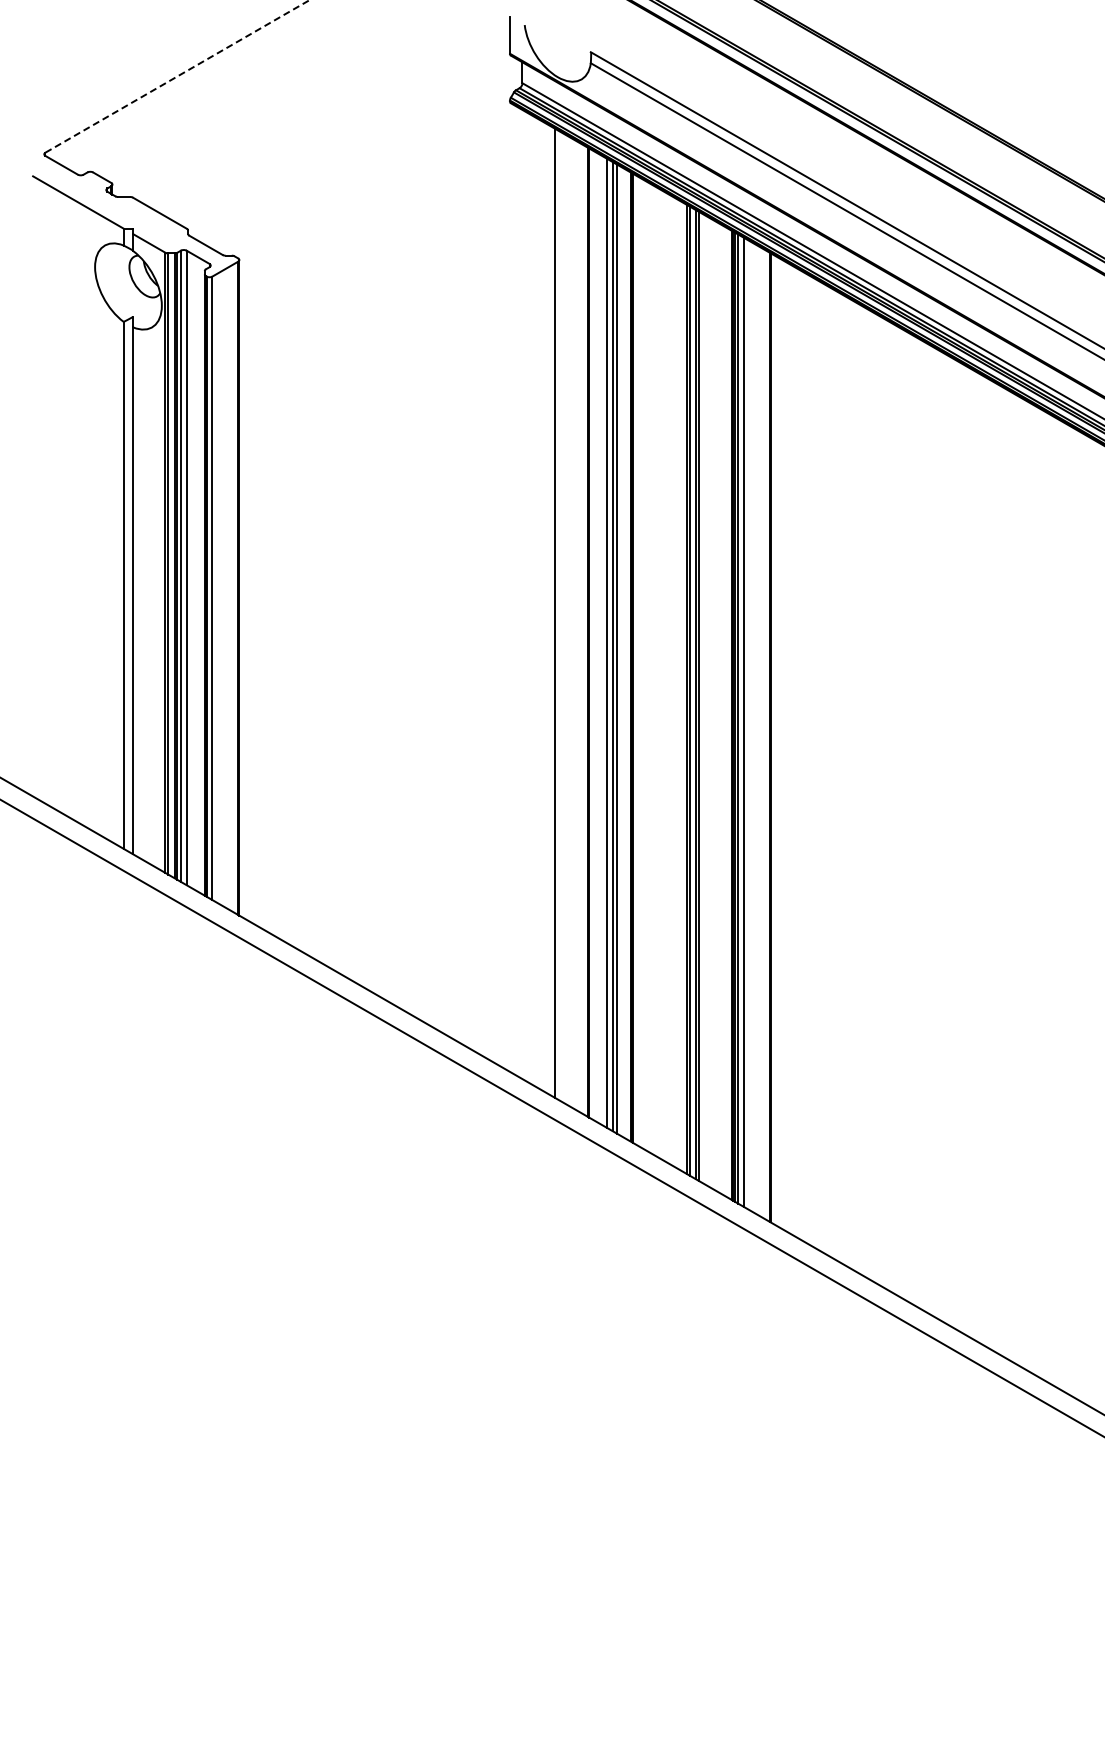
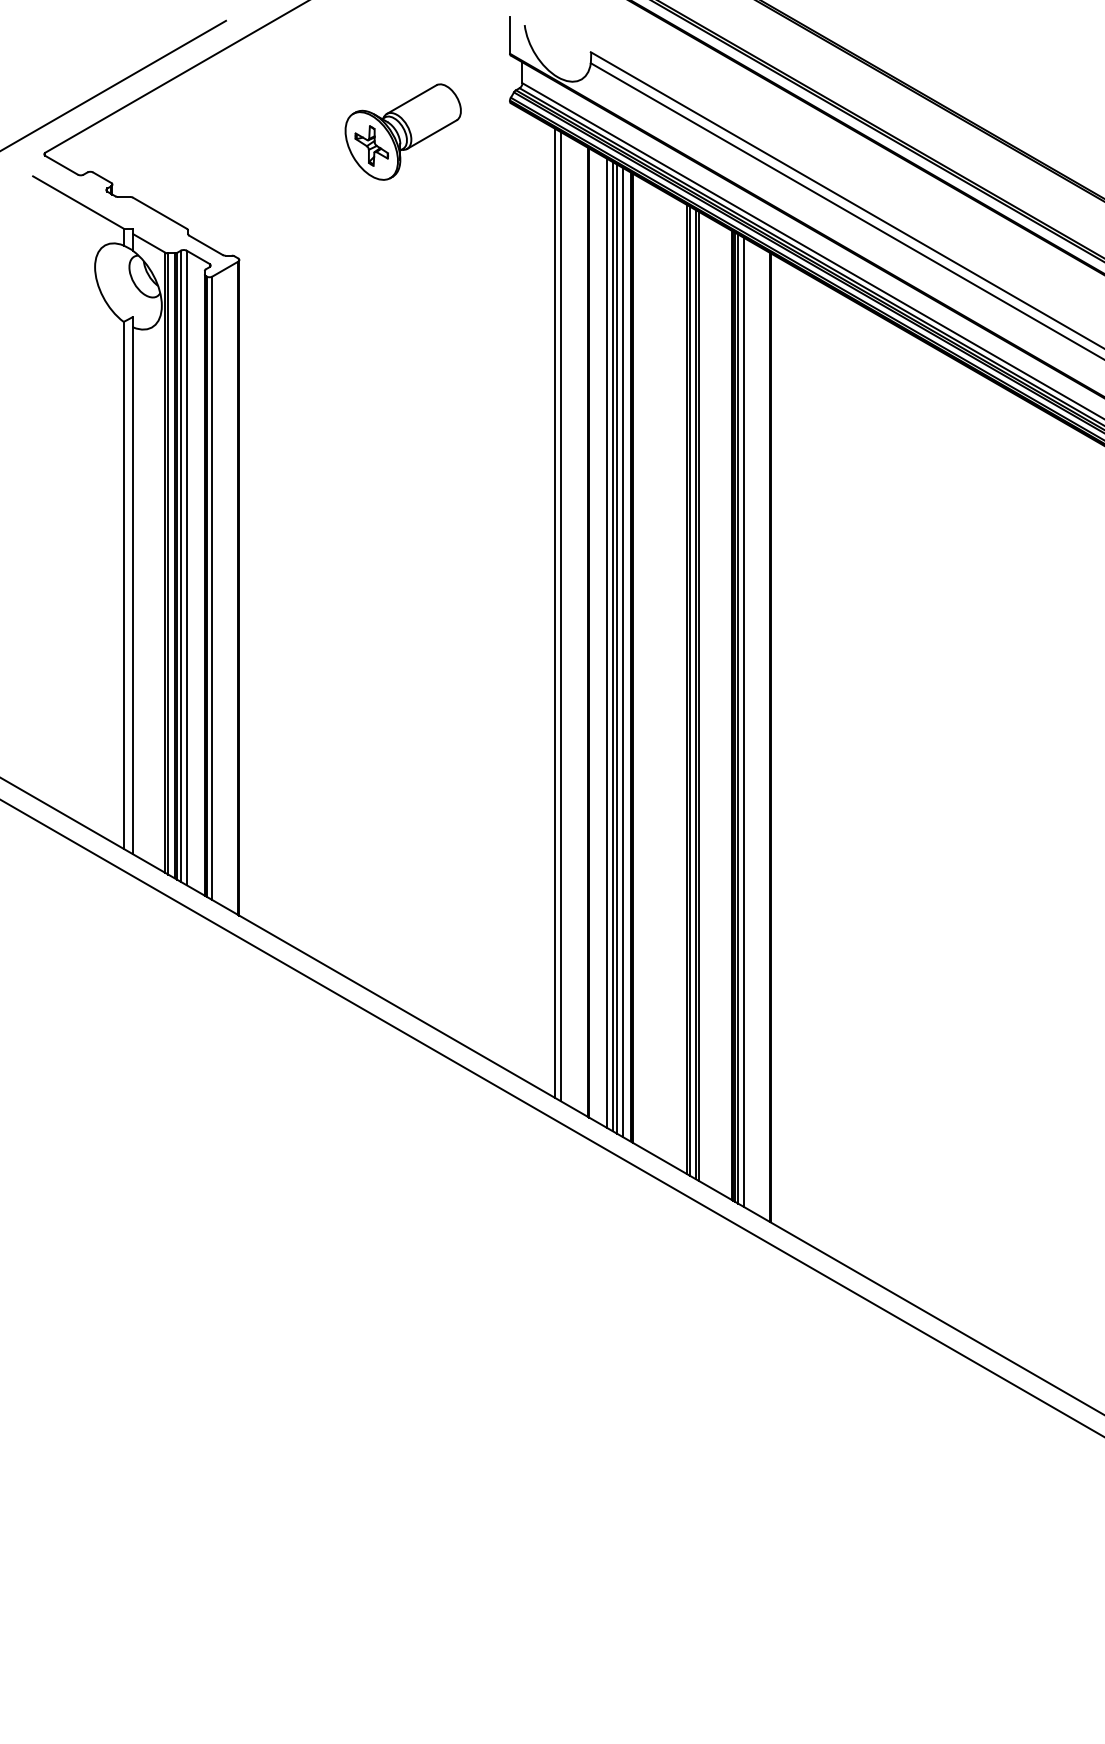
line at (177, 76): dashed -> solid
line at (114, 85): none -> present
part at (402, 131): none -> present
line at (560, 616): none -> present
line at (622, 651): none -> present
